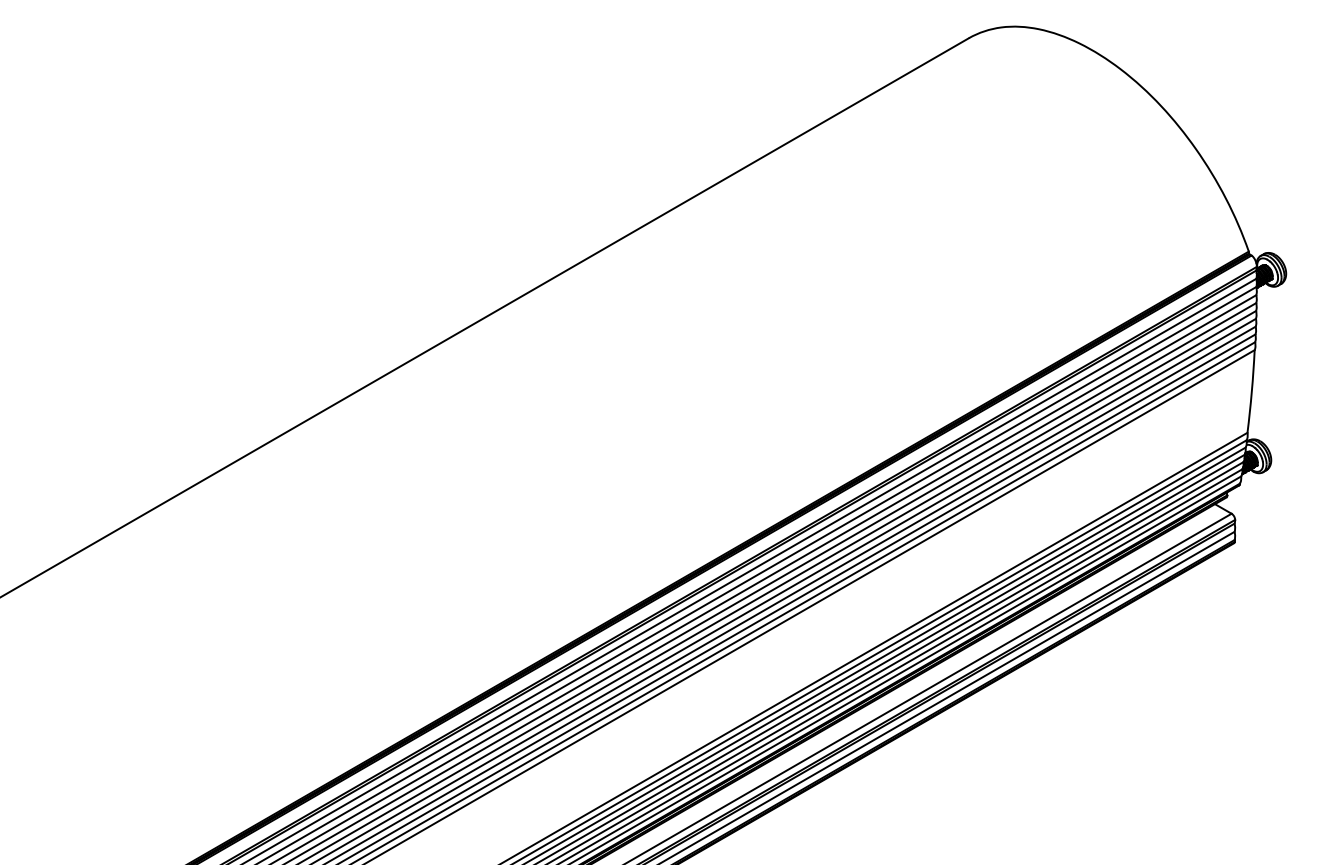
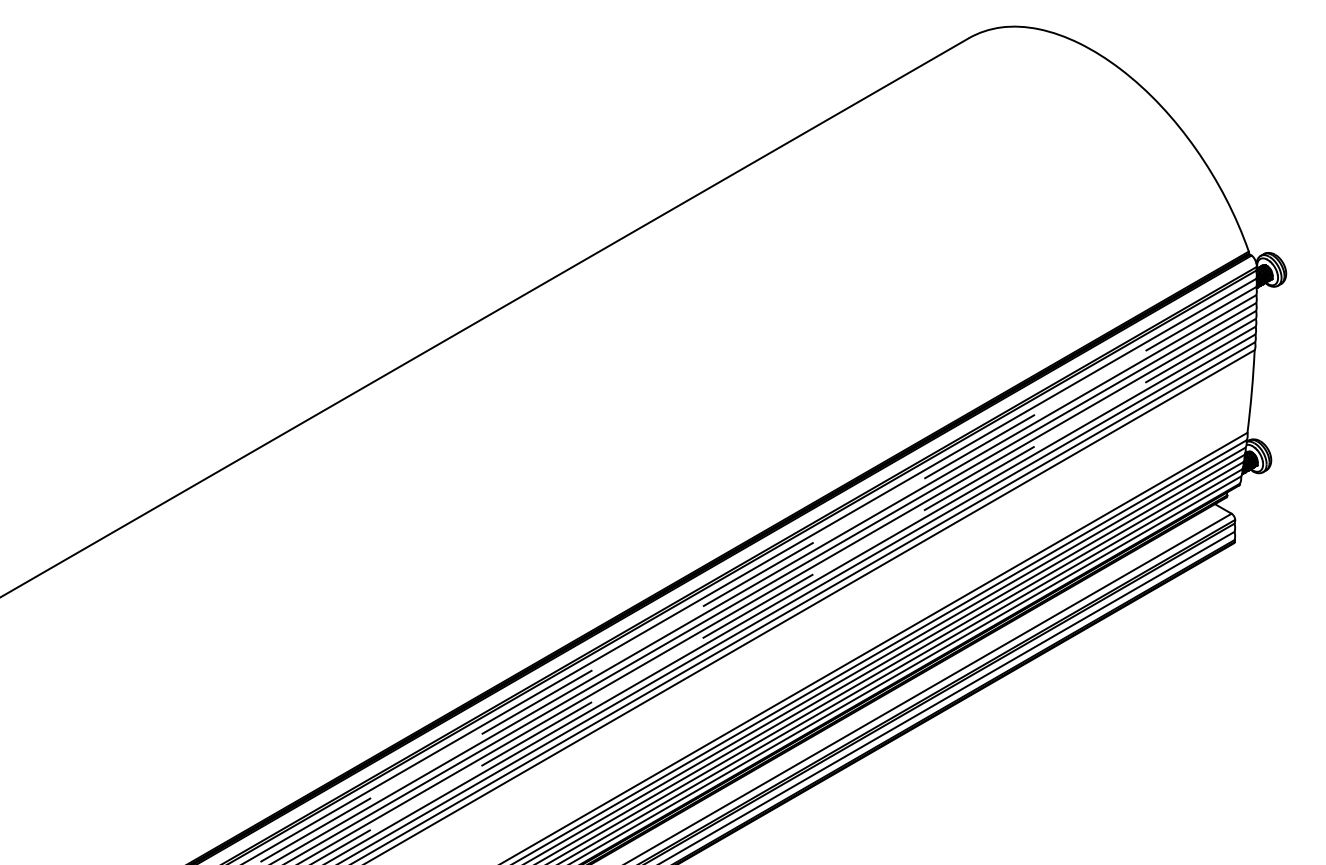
line at (755, 576): solid -> dashed
line at (783, 591): solid -> dashed
